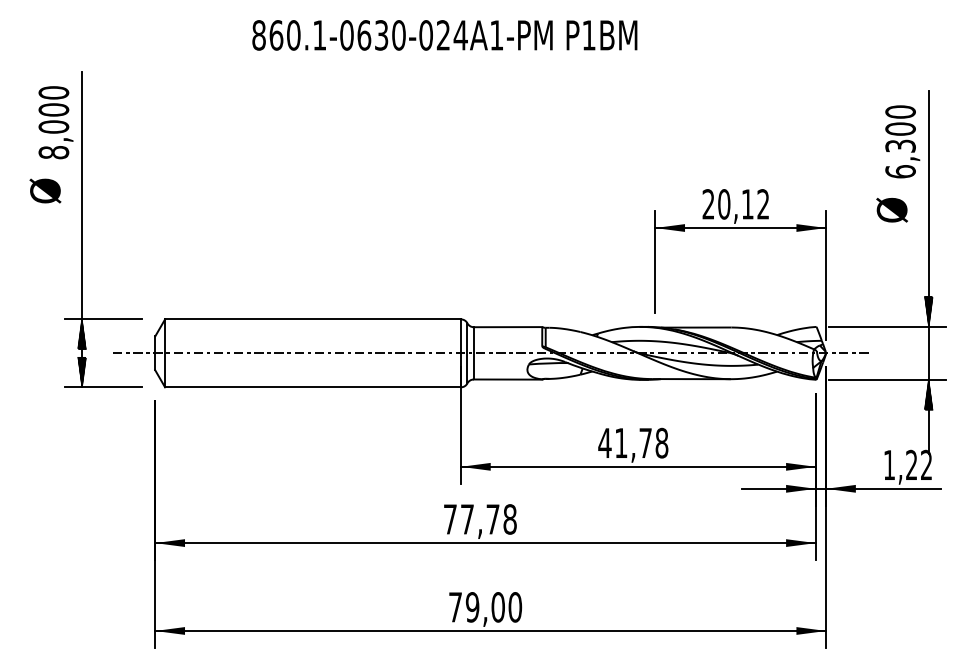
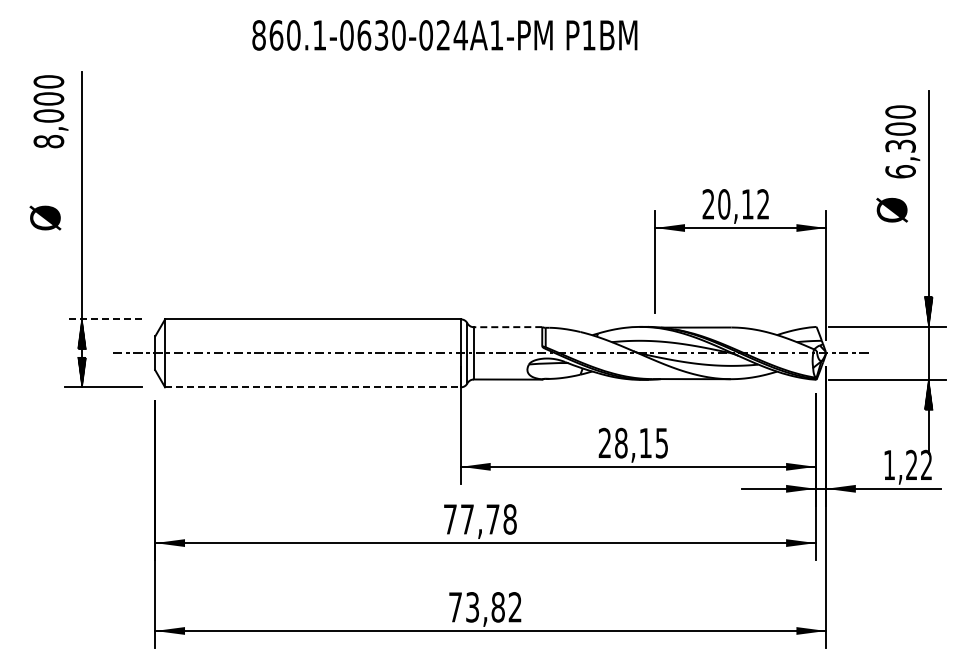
text at (55, 122) position: (55, 122) -> (50, 111)
text at (45, 190) position: (45, 190) -> (45, 217)
line at (102, 319): solid -> dashed
line at (507, 327): solid -> dashed
line at (313, 387): solid -> dashed
text at (633, 442): 41,78 -> 28,15
text at (493, 607): 79,00 -> 73,82
